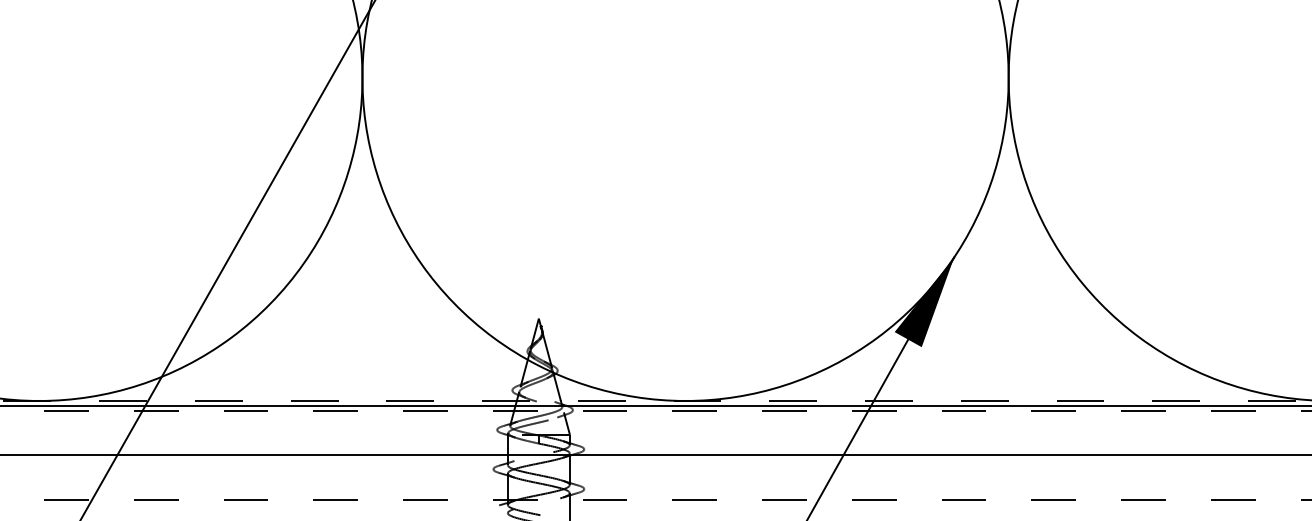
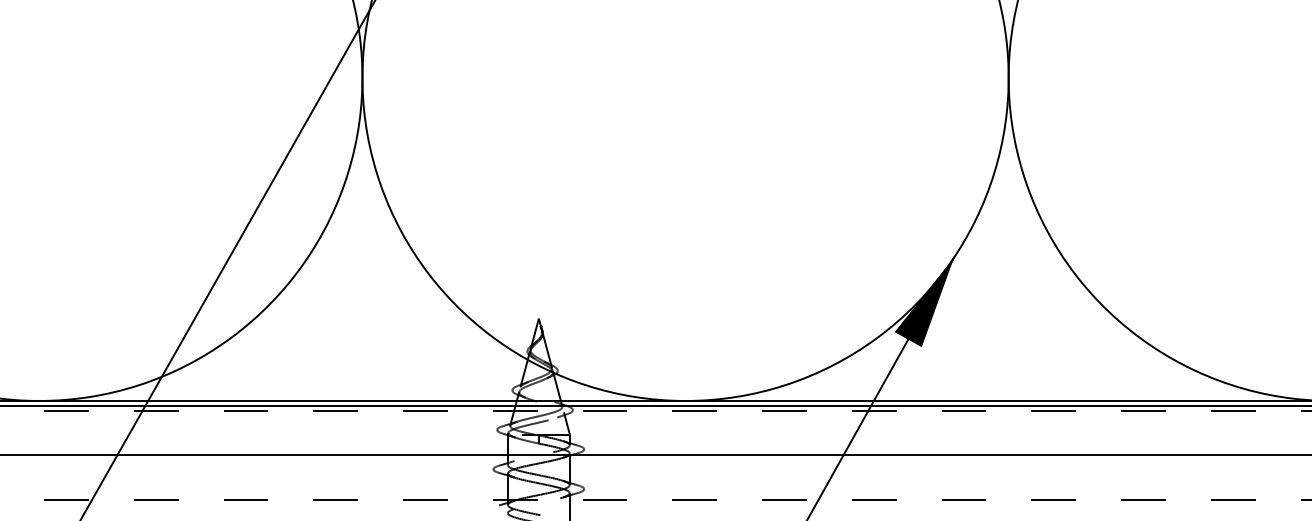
line at (655, 400): dashed -> solid
